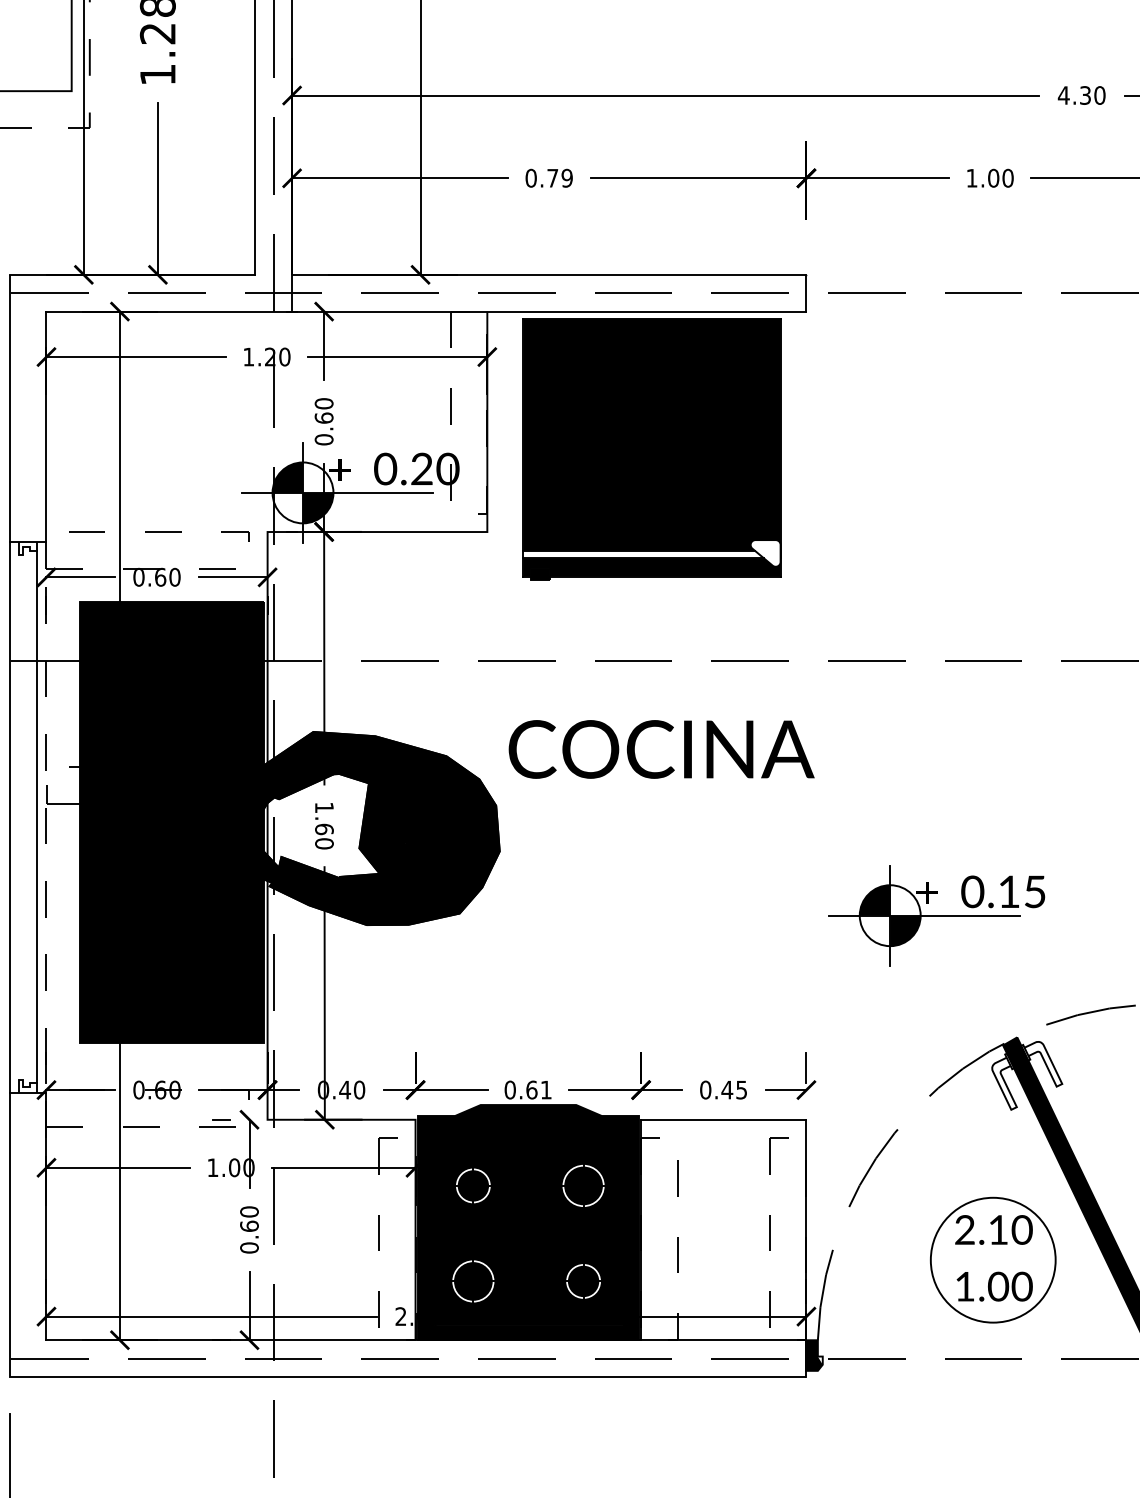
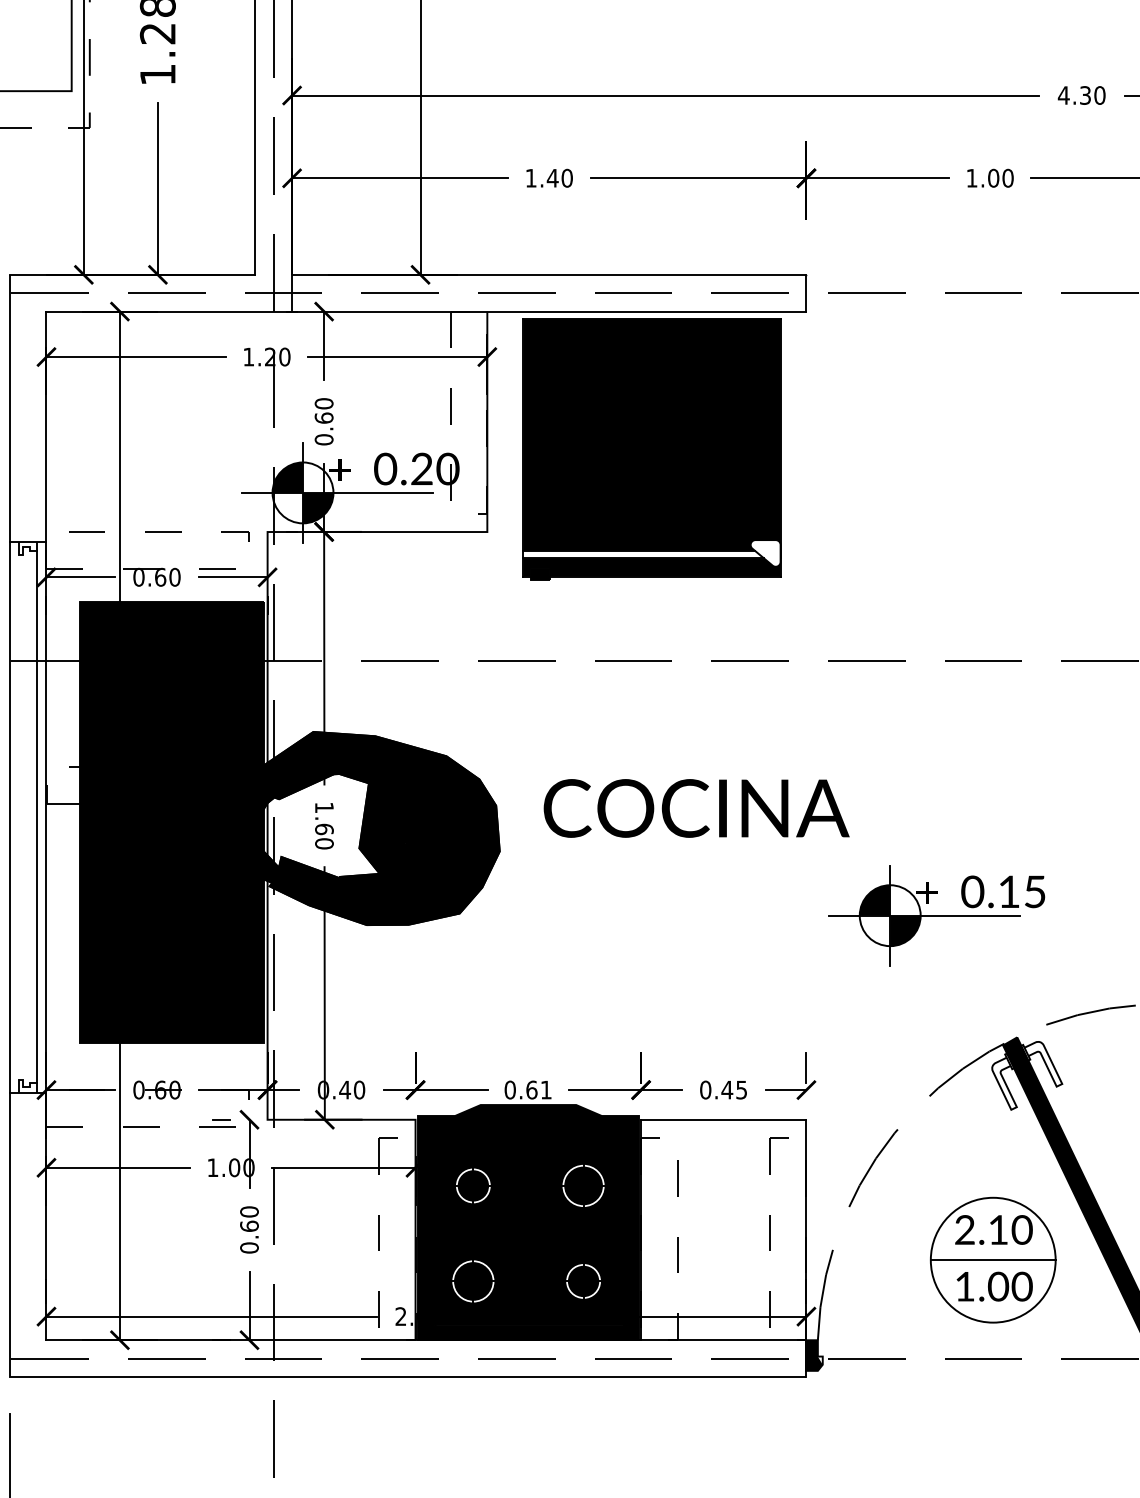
text at (548, 177): 0.79 -> 1.40
text at (661, 749) position: (661, 749) -> (696, 808)
line at (46, 839): dashed -> solid
line at (992, 1260): none -> present
